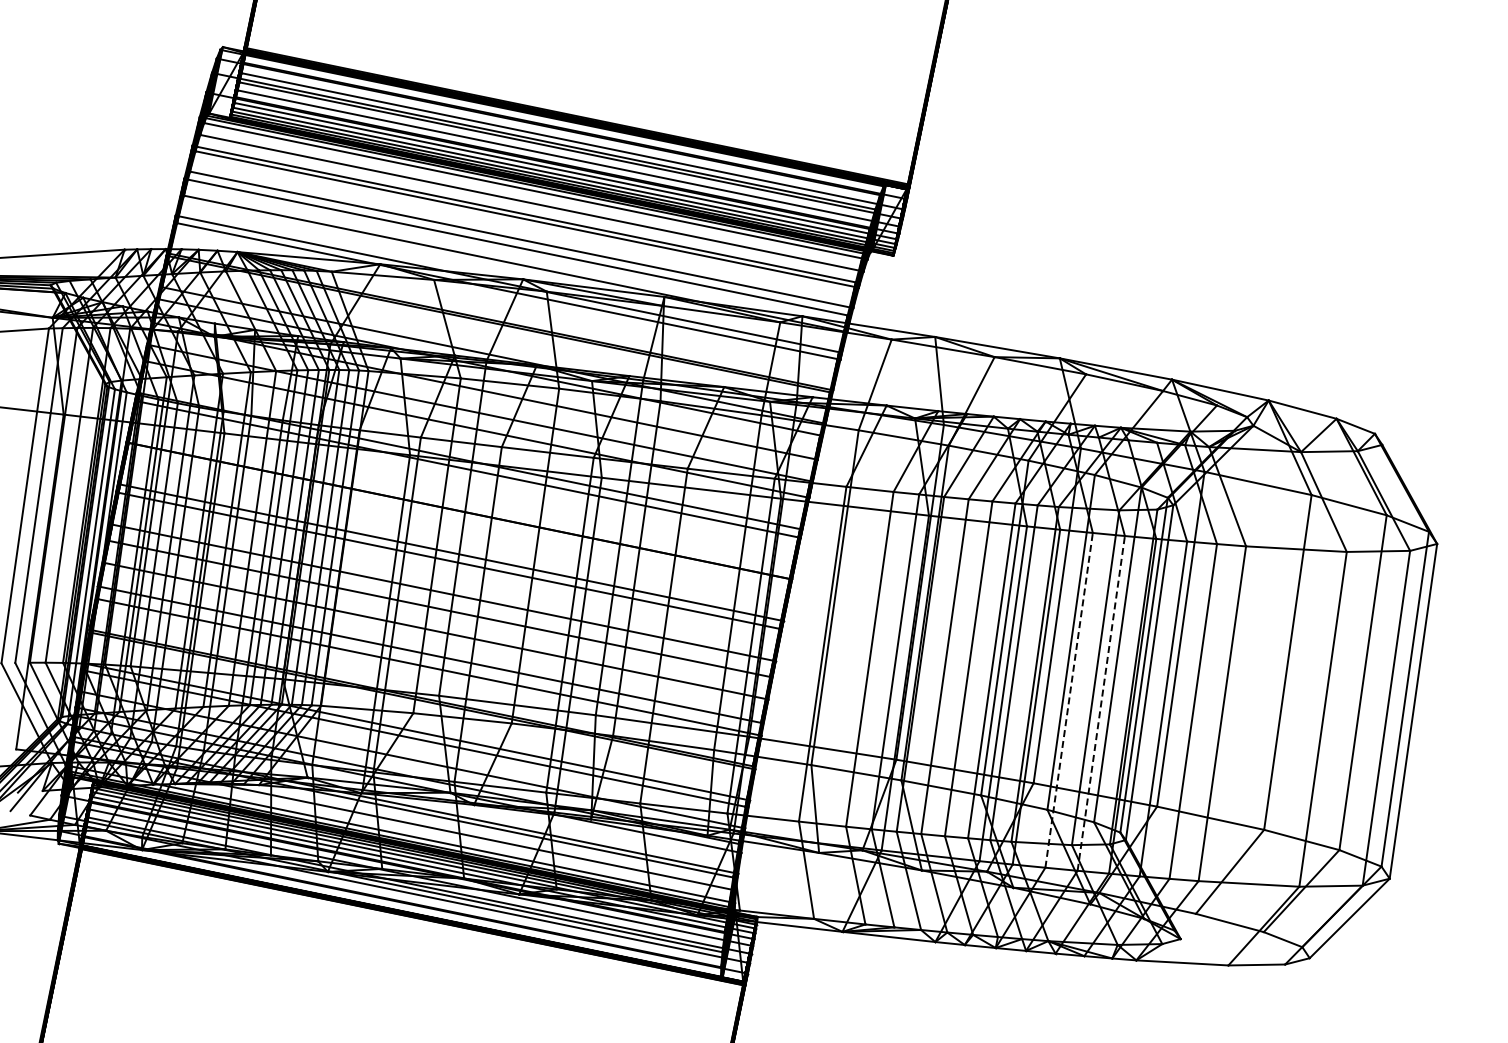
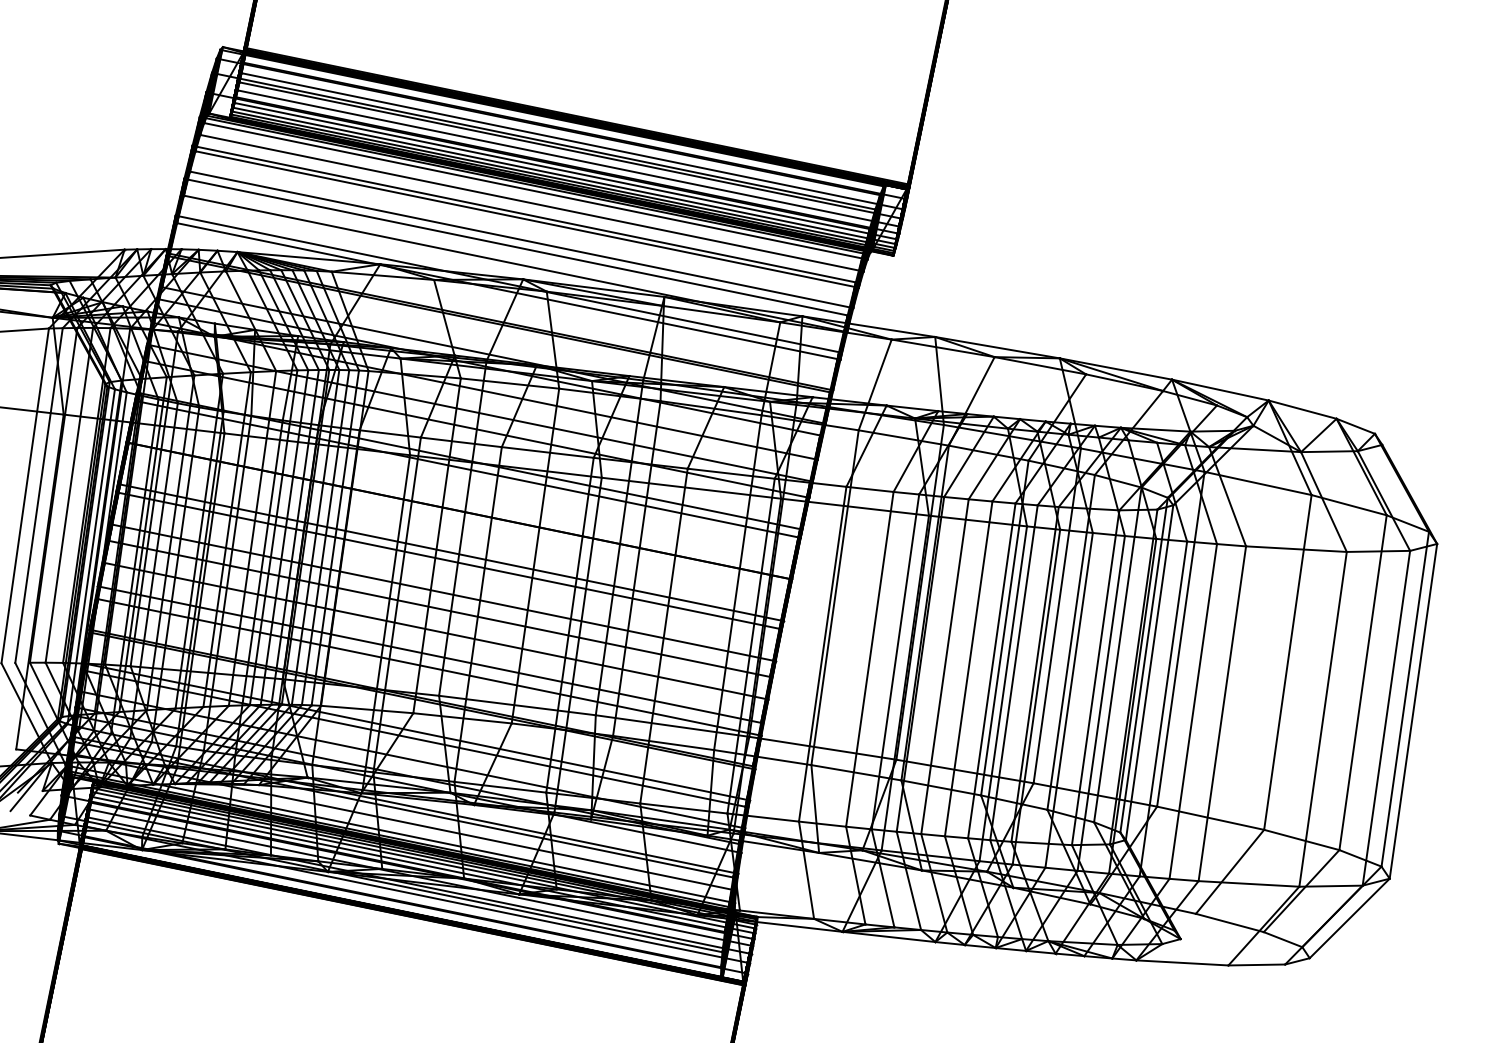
line at (1069, 699): dashed -> solid
line at (1101, 702): dashed -> solid
